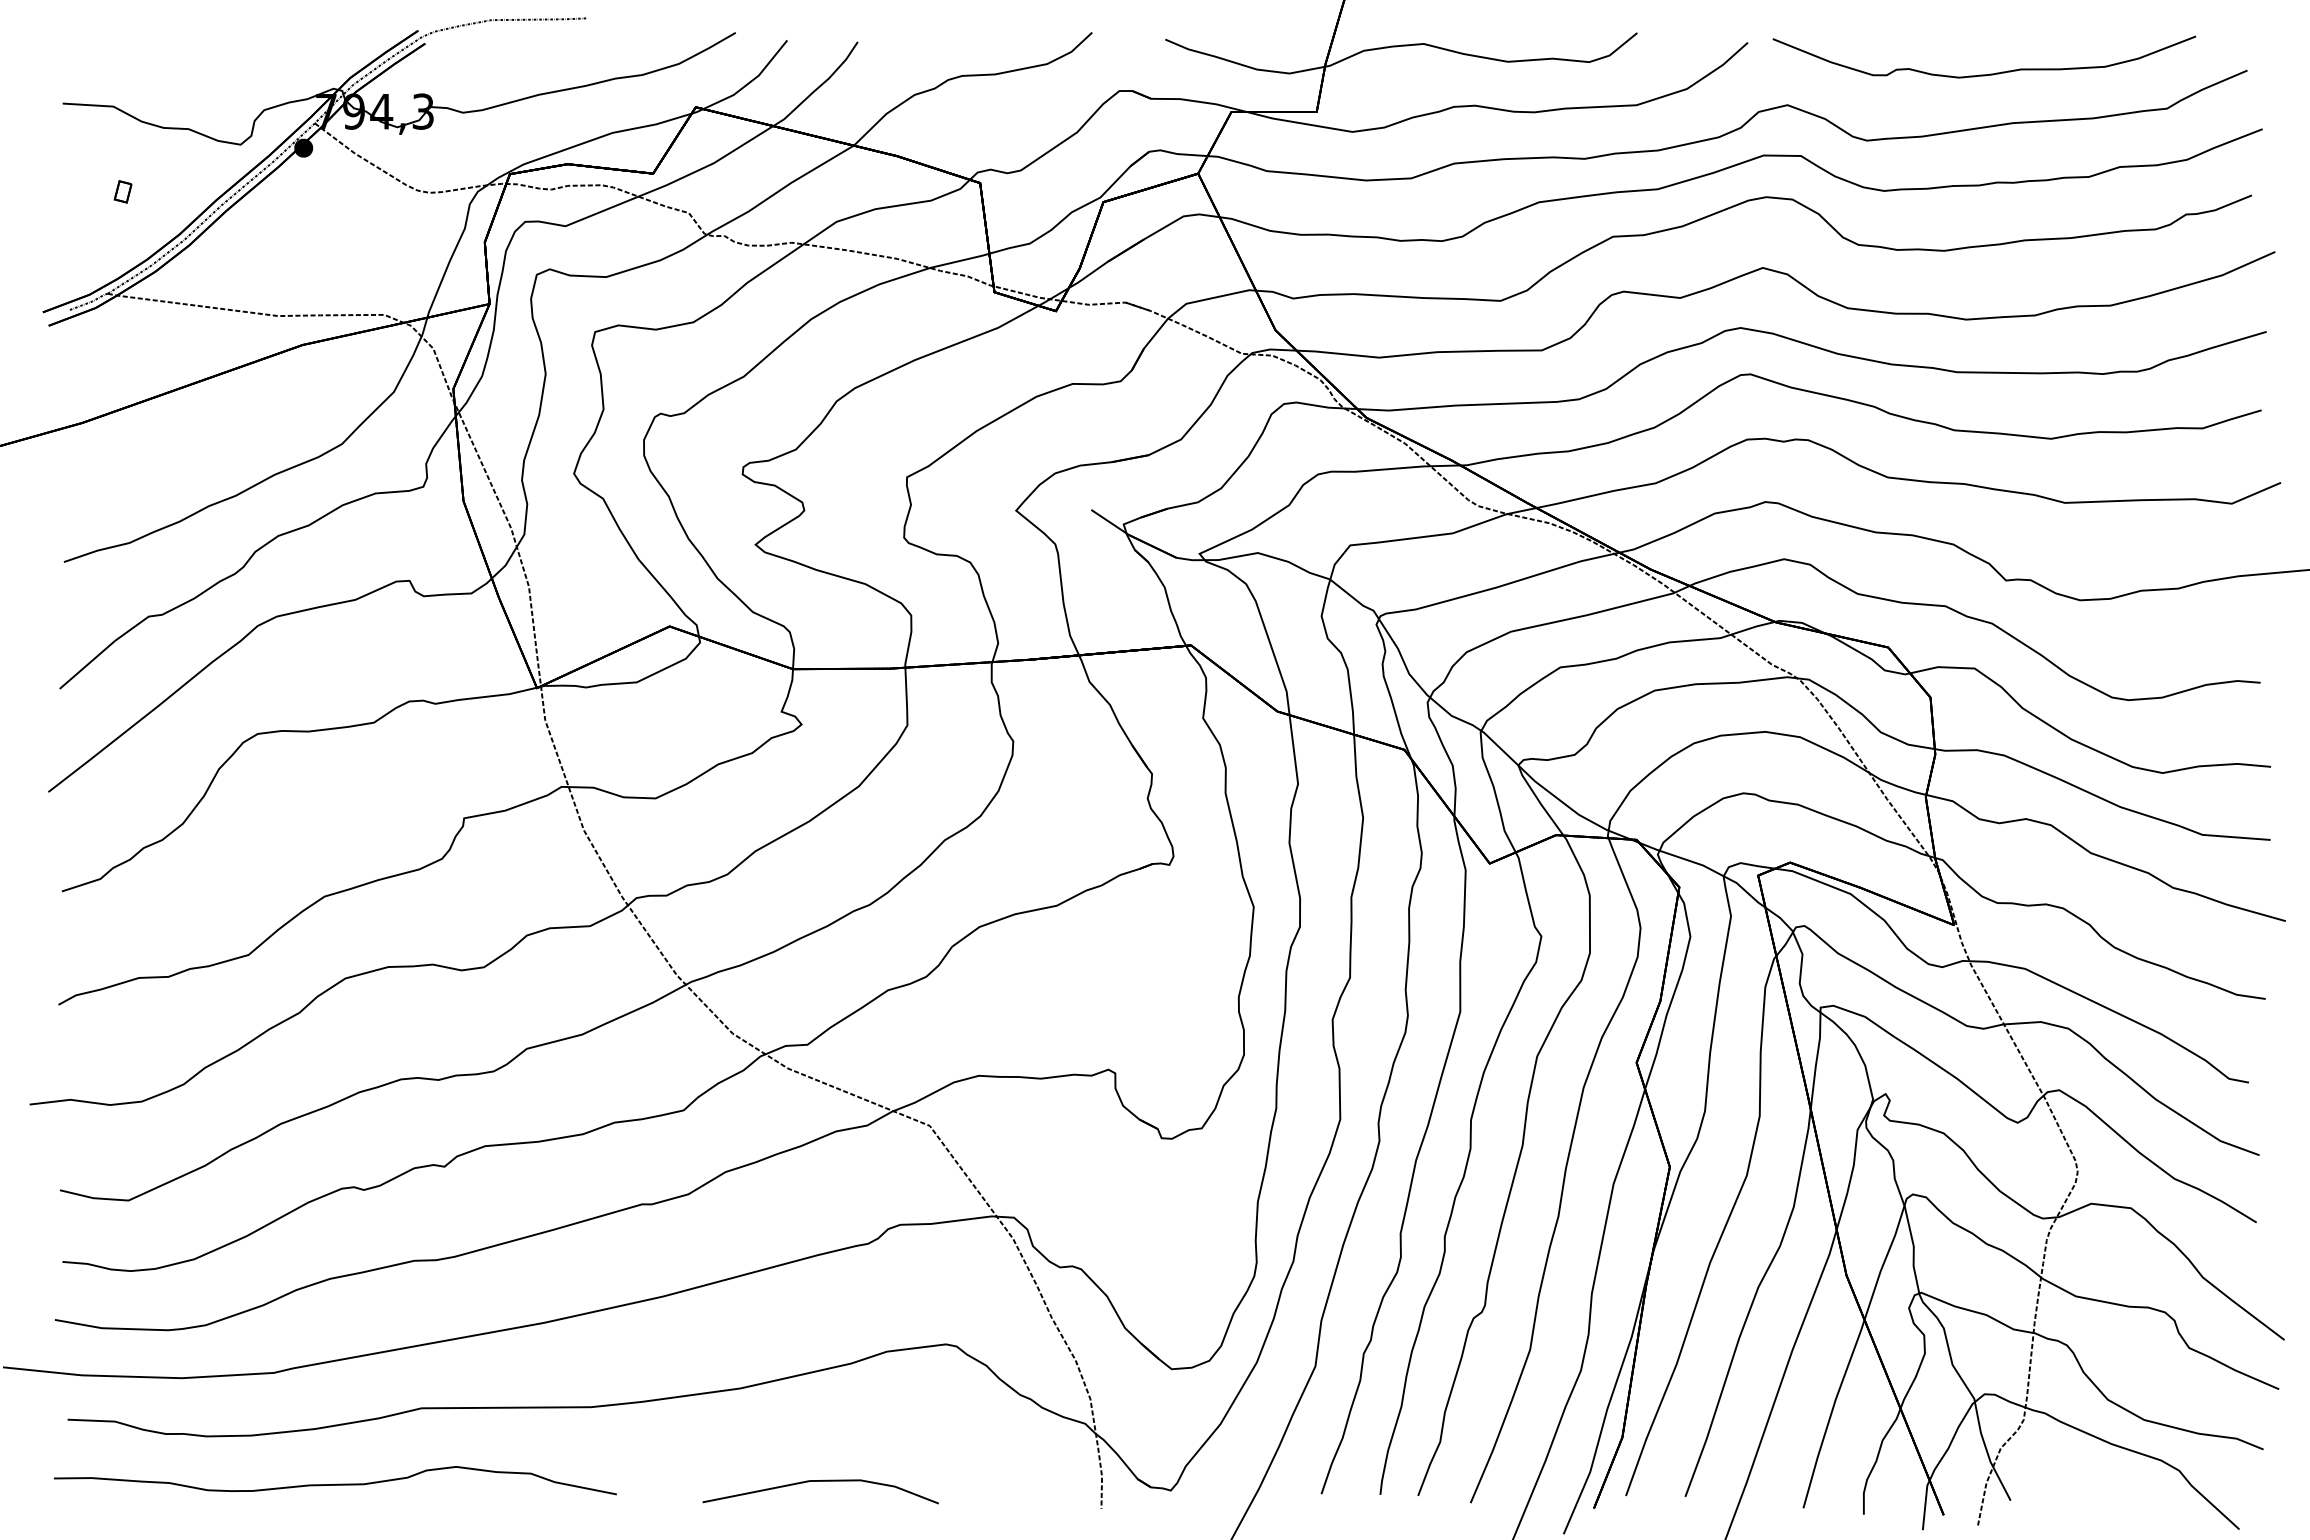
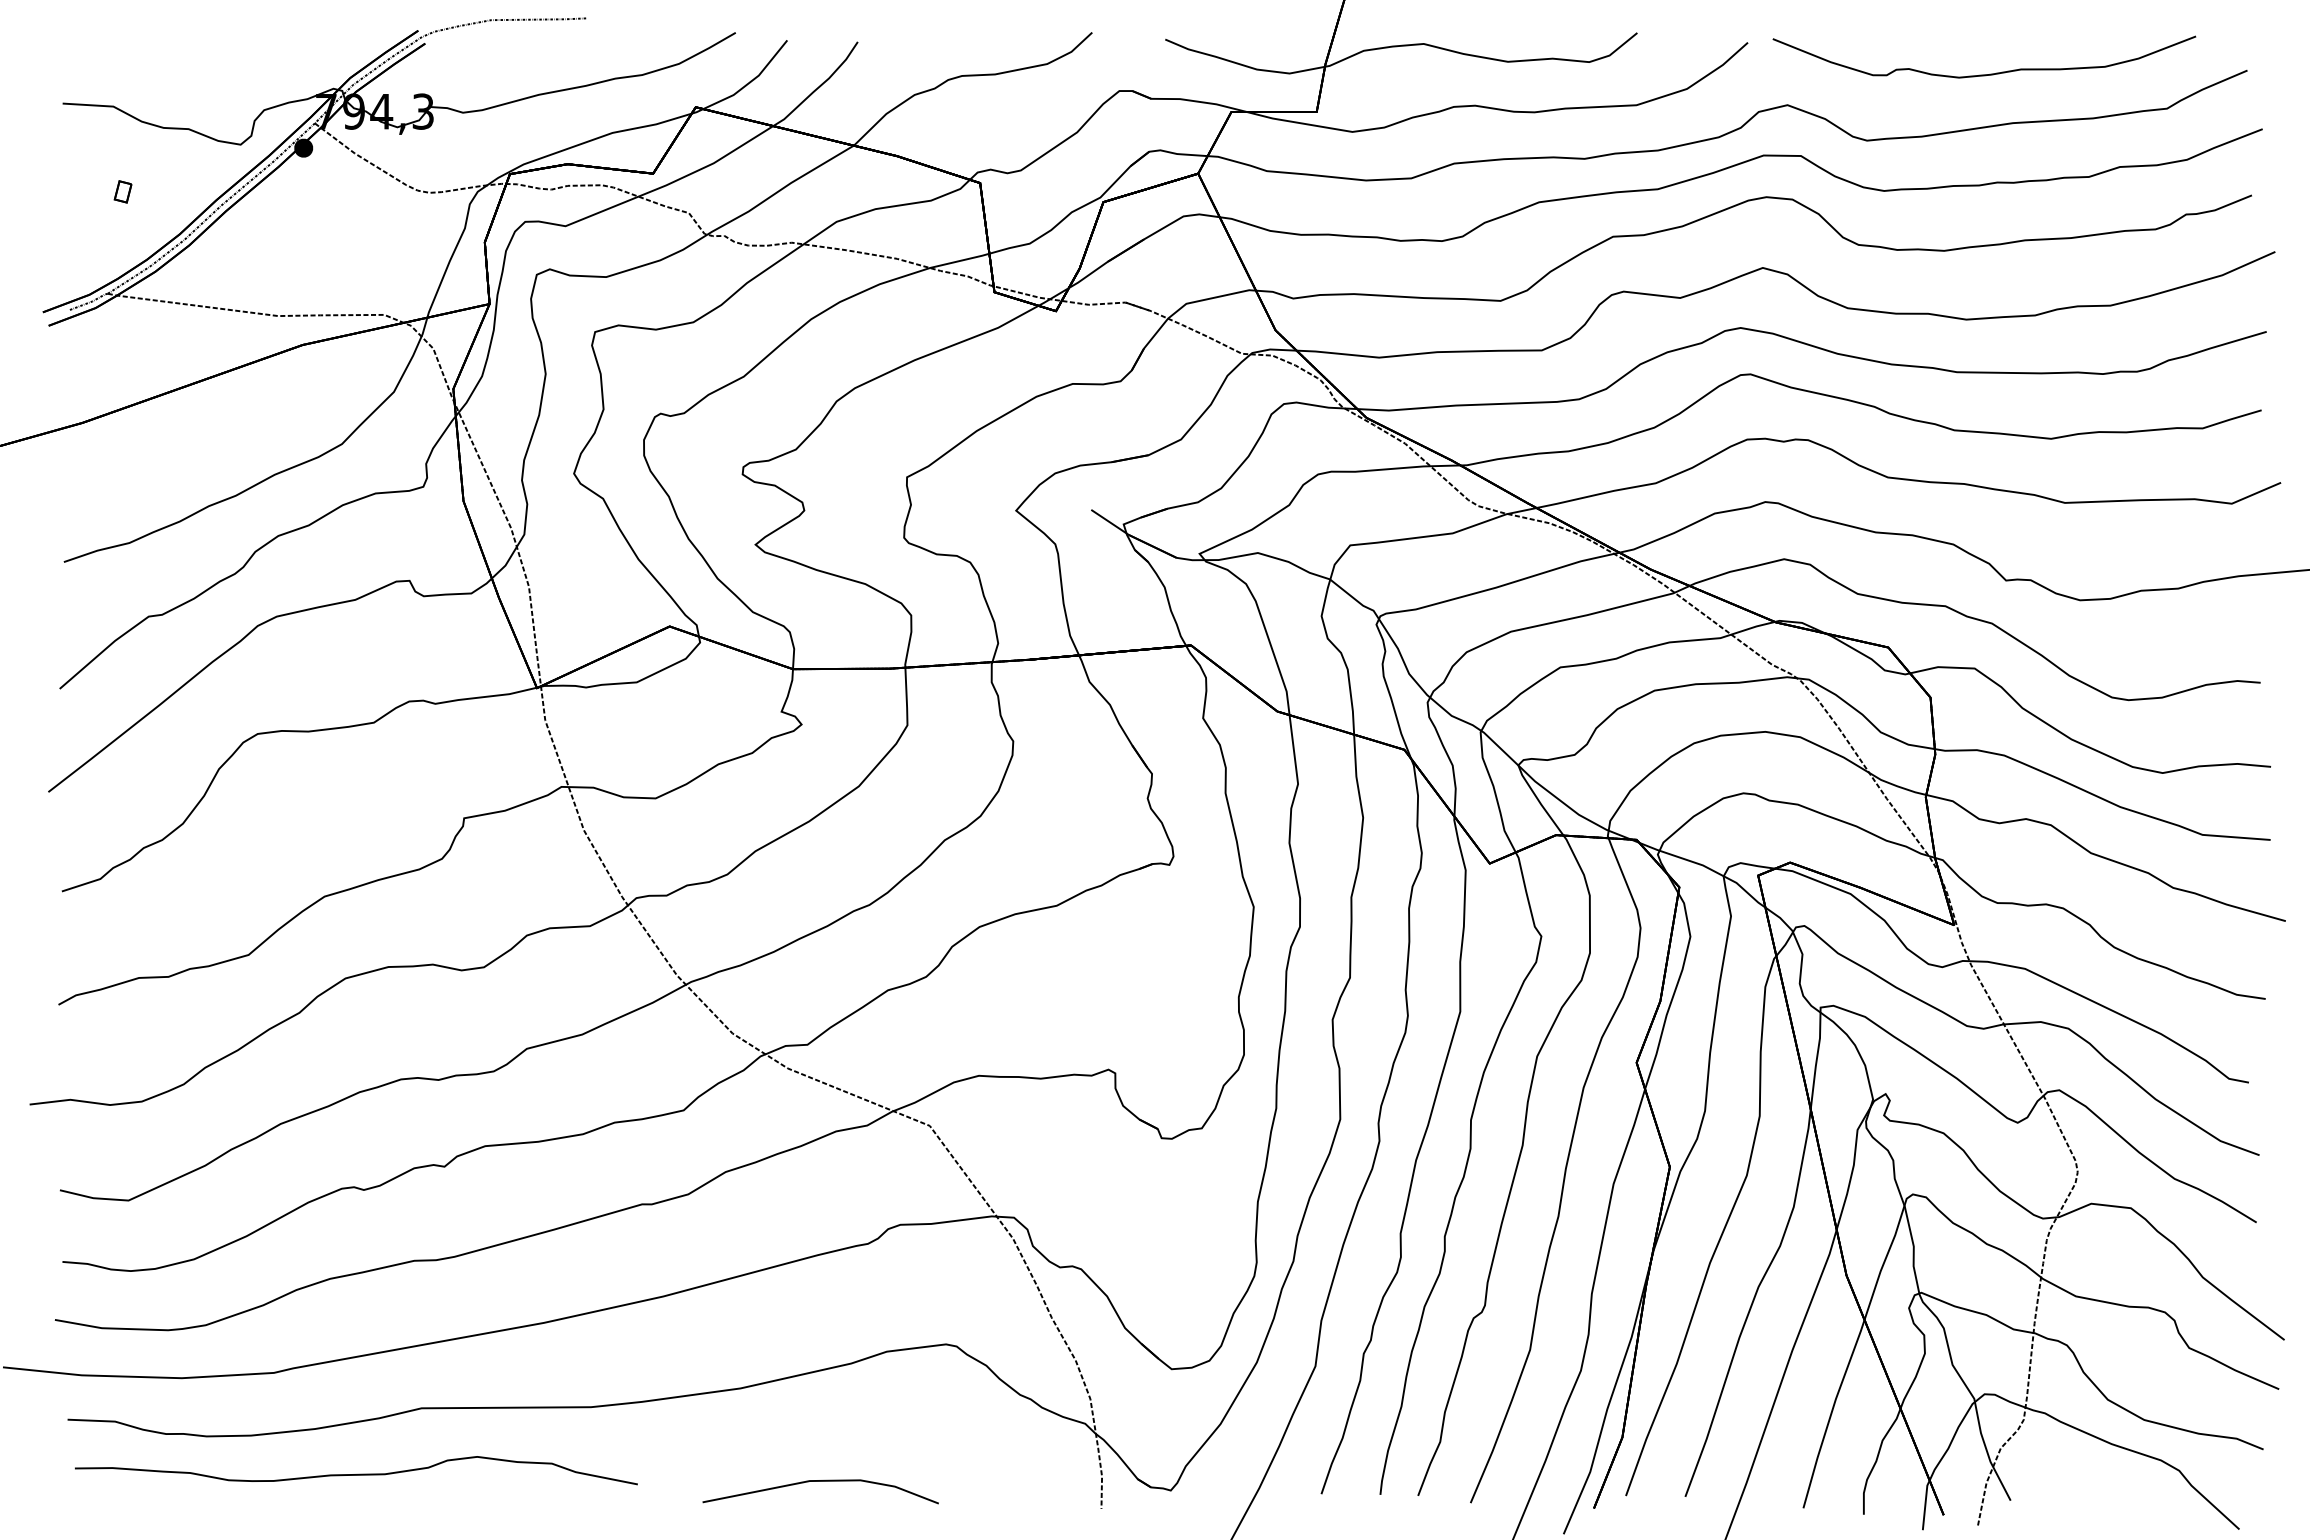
curve at (336, 1483) position: (336, 1483) -> (357, 1473)
